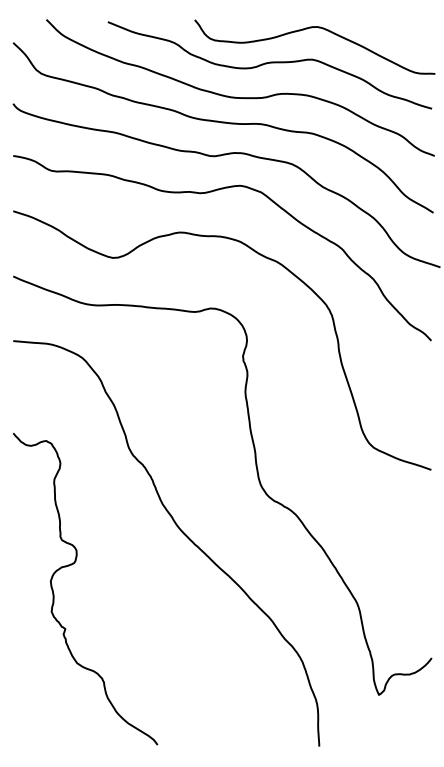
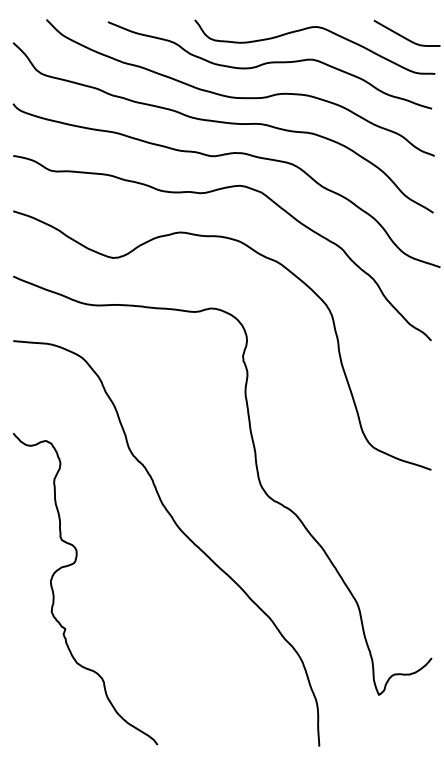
curve at (404, 36): none -> present
